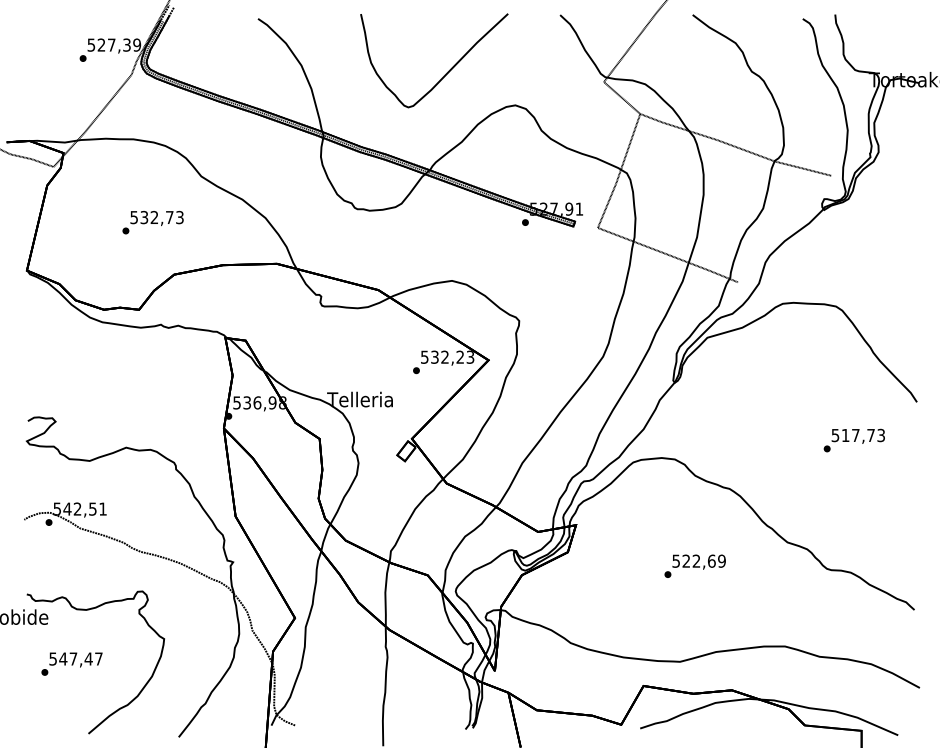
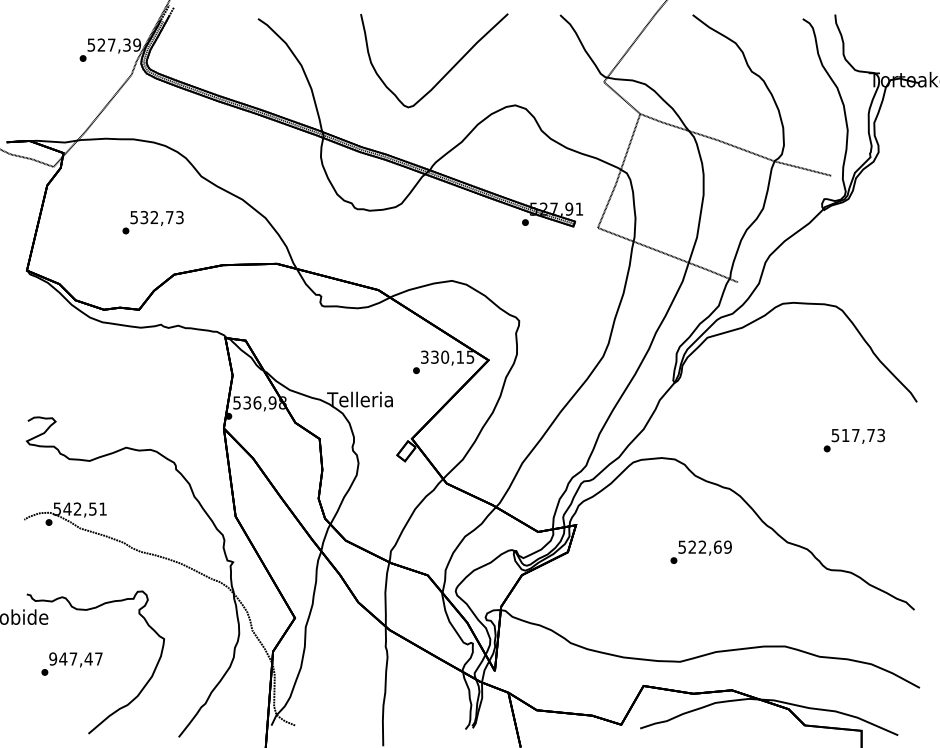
text at (447, 356): 532,23 -> 330,15
text at (694, 565) position: (694, 565) -> (700, 551)
text at (53, 658): 547,47 -> 947,47
